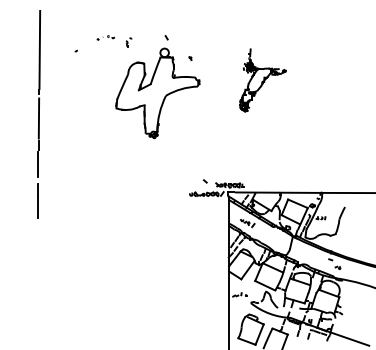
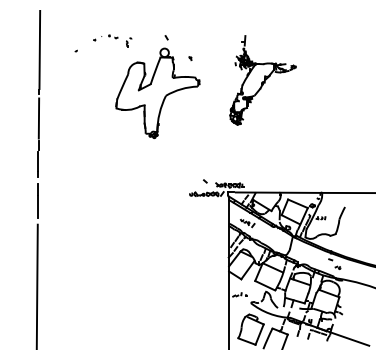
part at (105, 37) size: 19x6 px -> 26x8 px
part at (262, 80) size: 48x65 px -> 68x91 px
line at (36, 285): none -> present
